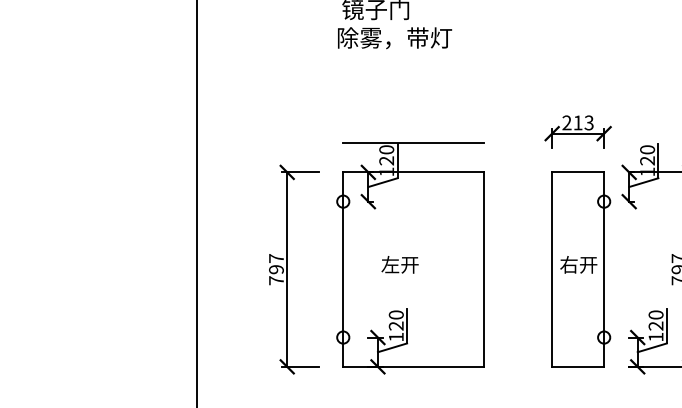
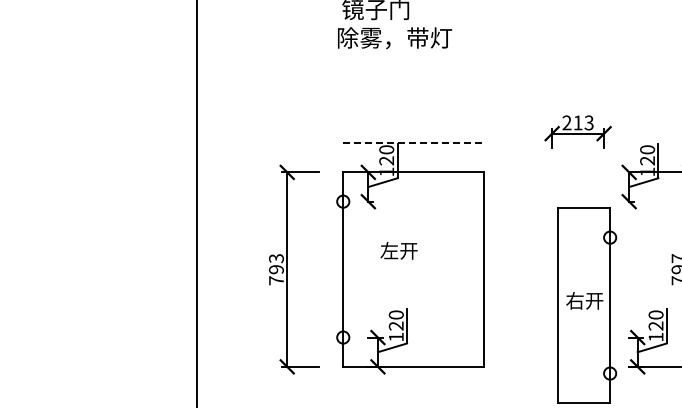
line at (413, 143): solid -> dashed
text at (276, 258): 797 -> 793
text at (399, 264) position: (399, 264) -> (398, 250)
part at (581, 269) position: (581, 269) -> (587, 305)
